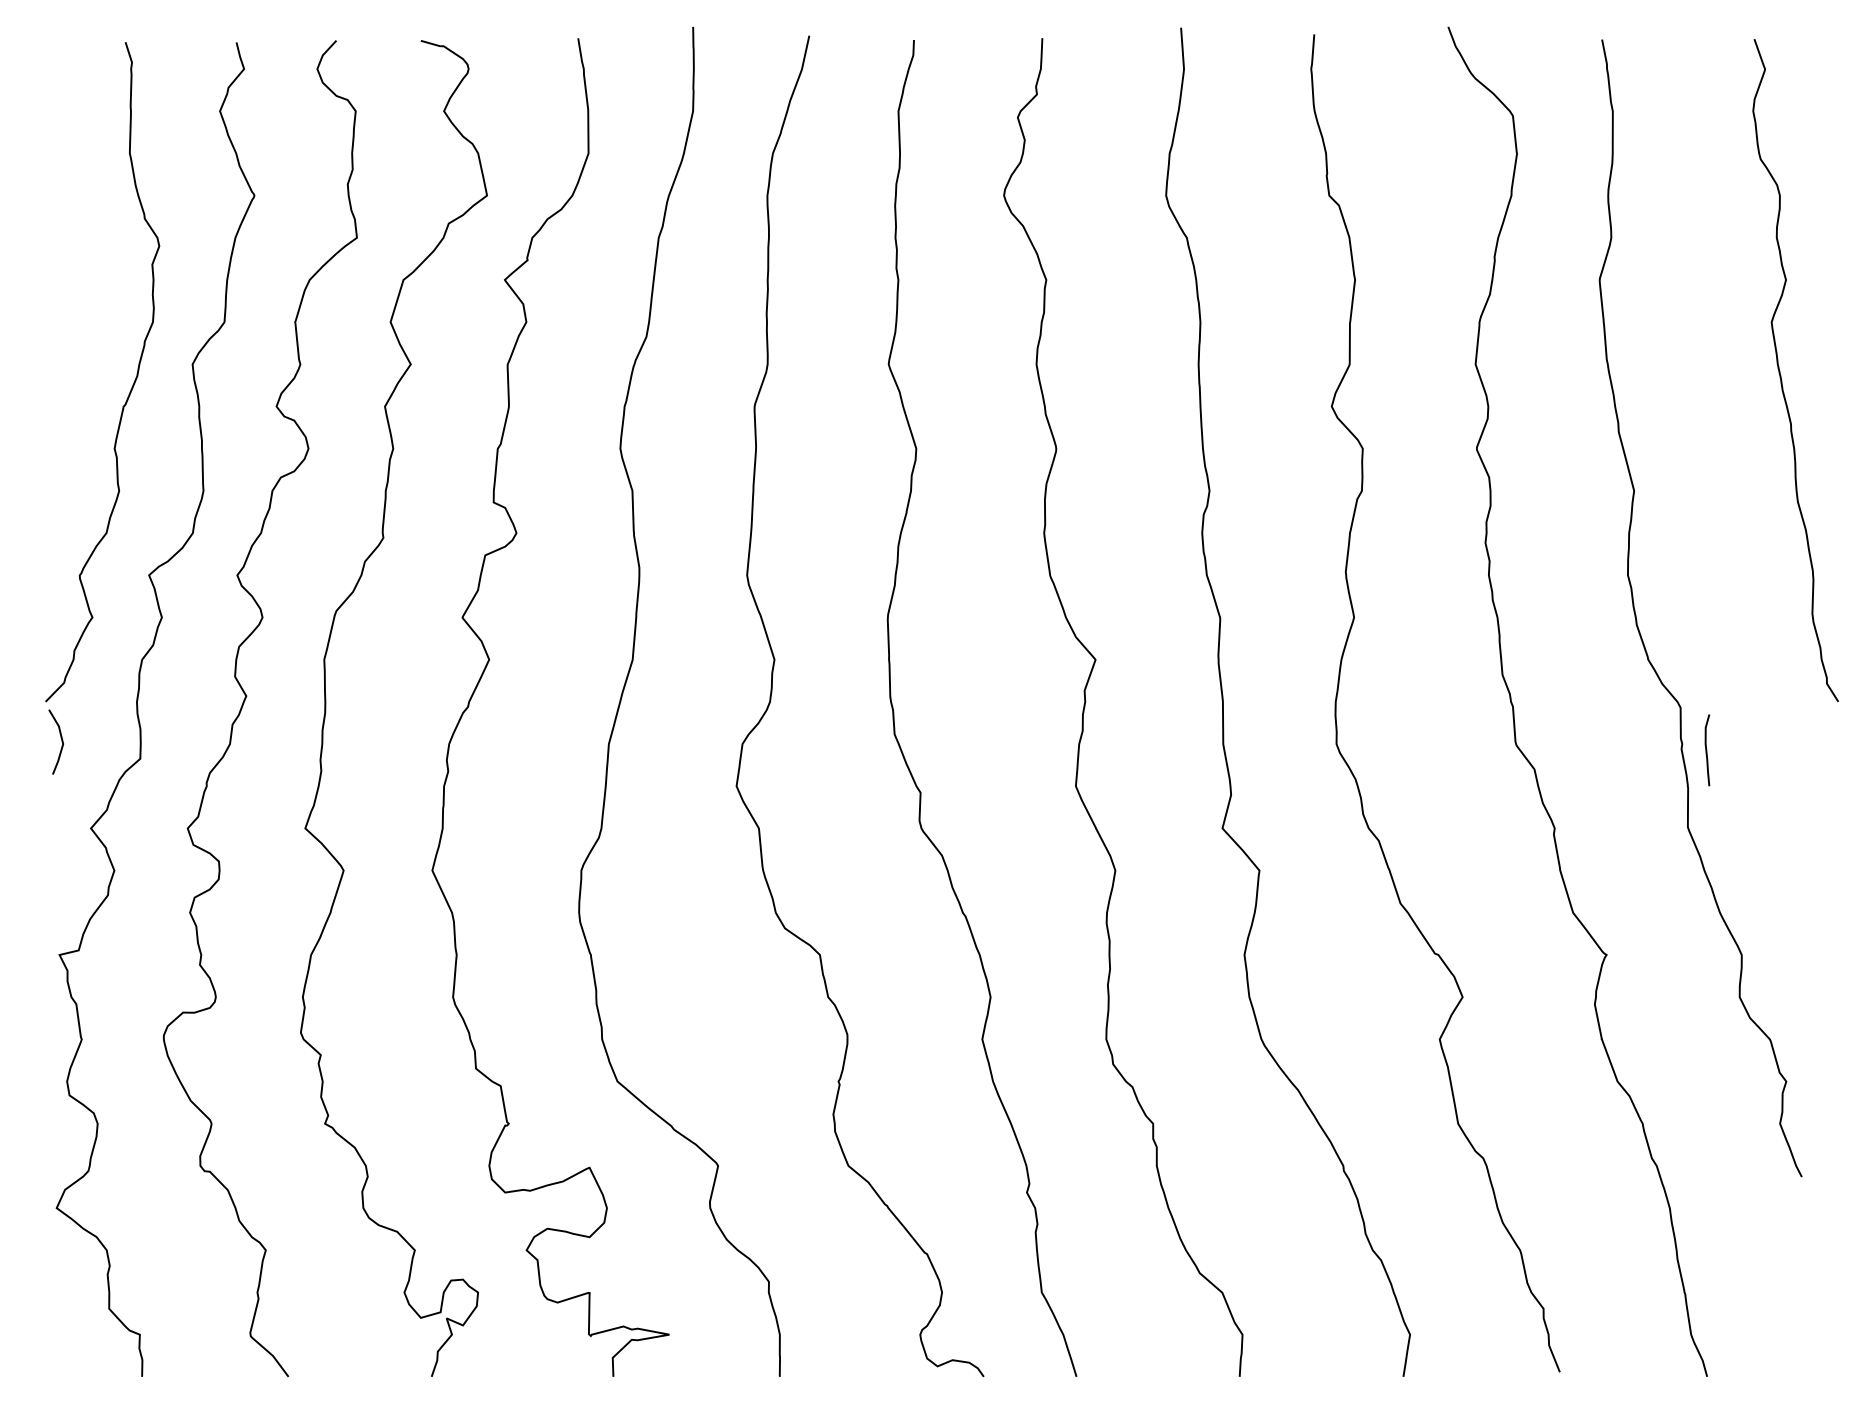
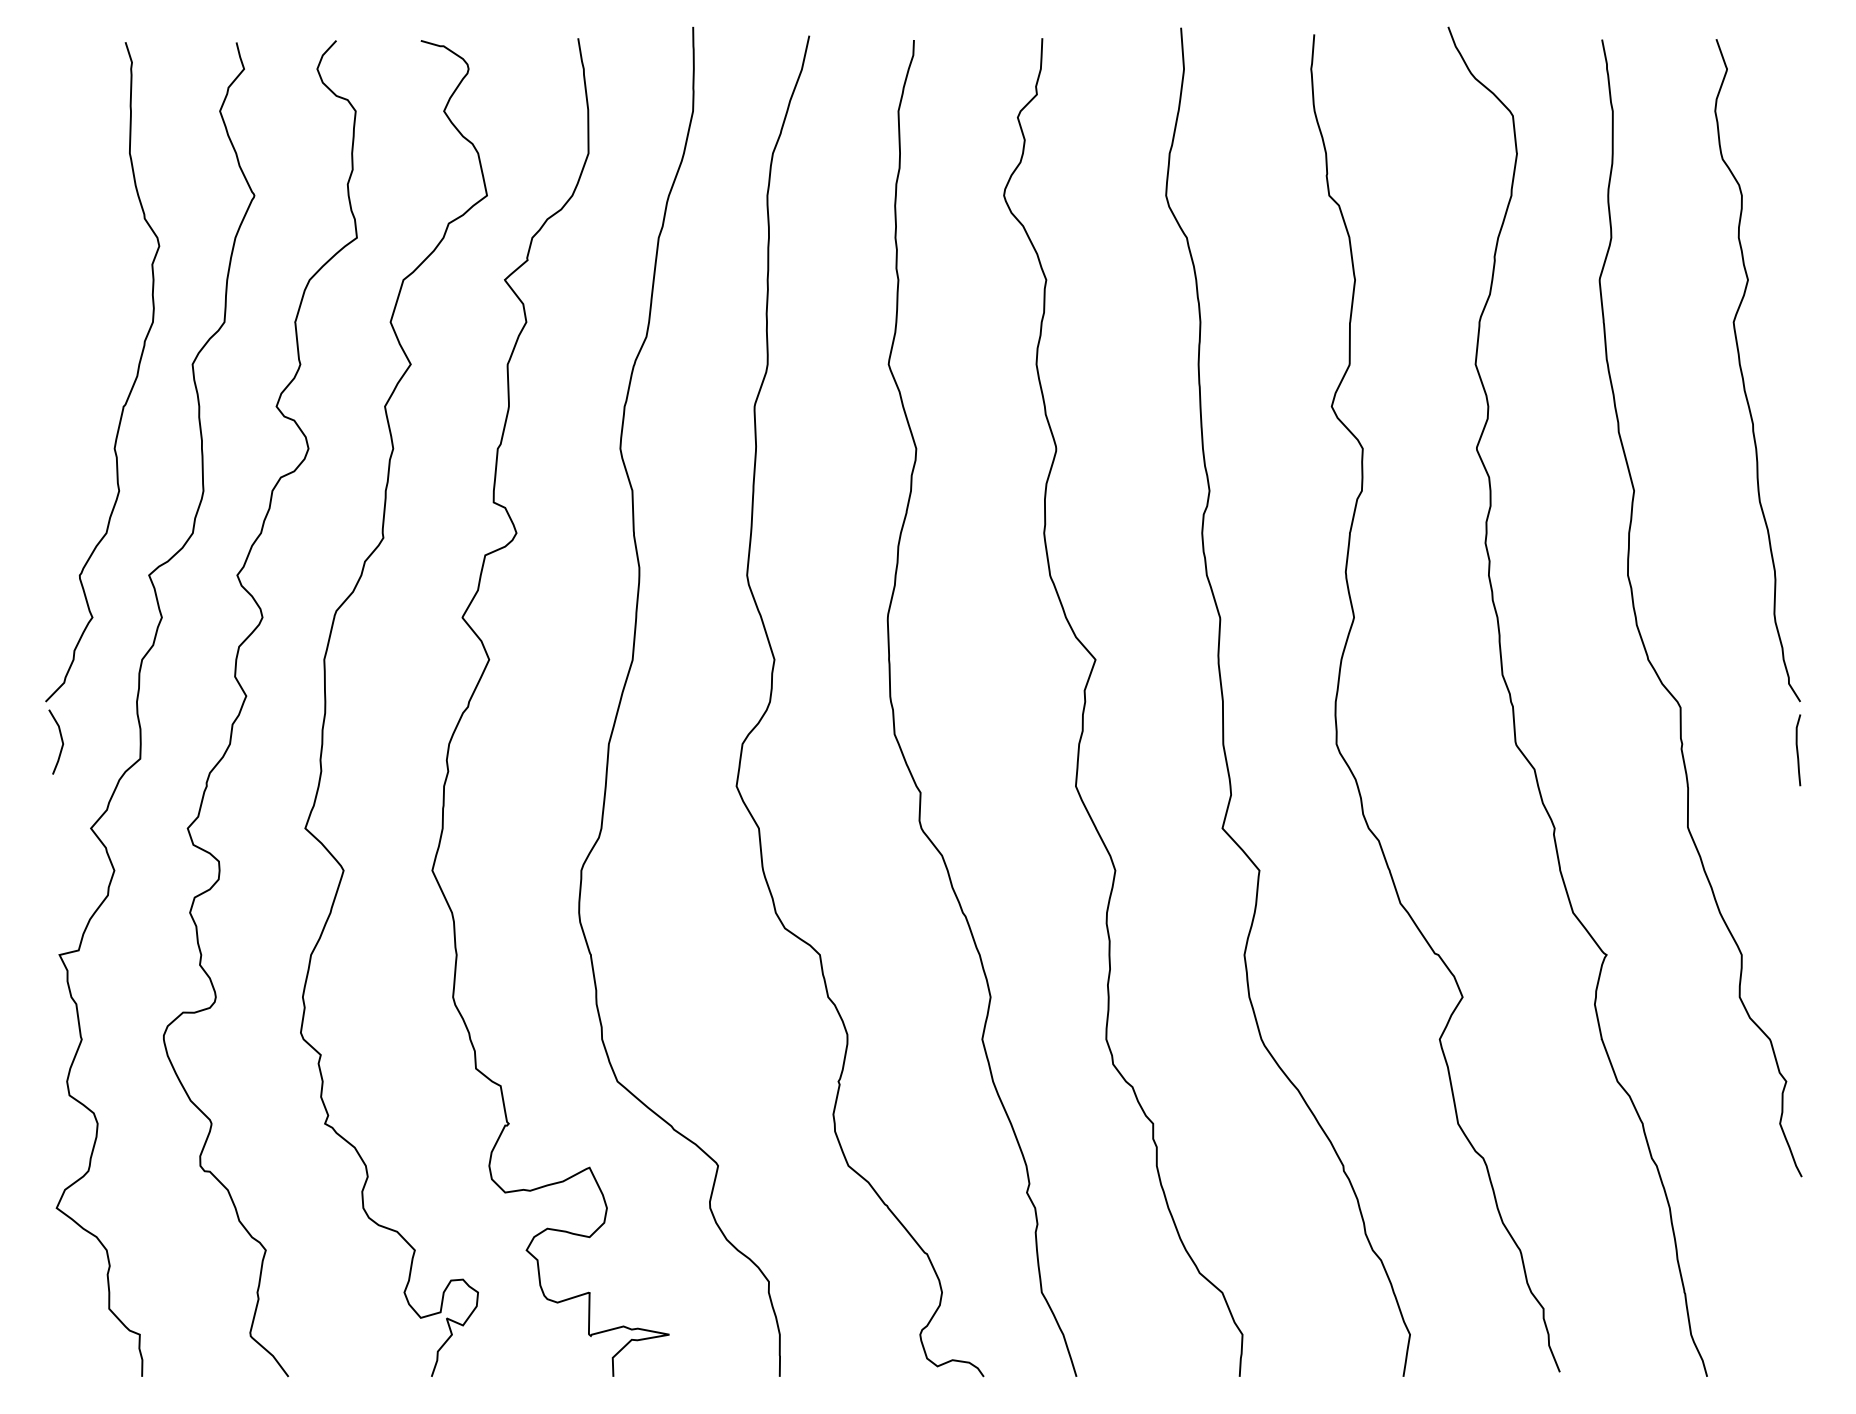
curve at (1781, 375) position: (1781, 375) -> (1743, 375)
curve at (1707, 750) position: (1707, 750) -> (1798, 750)
